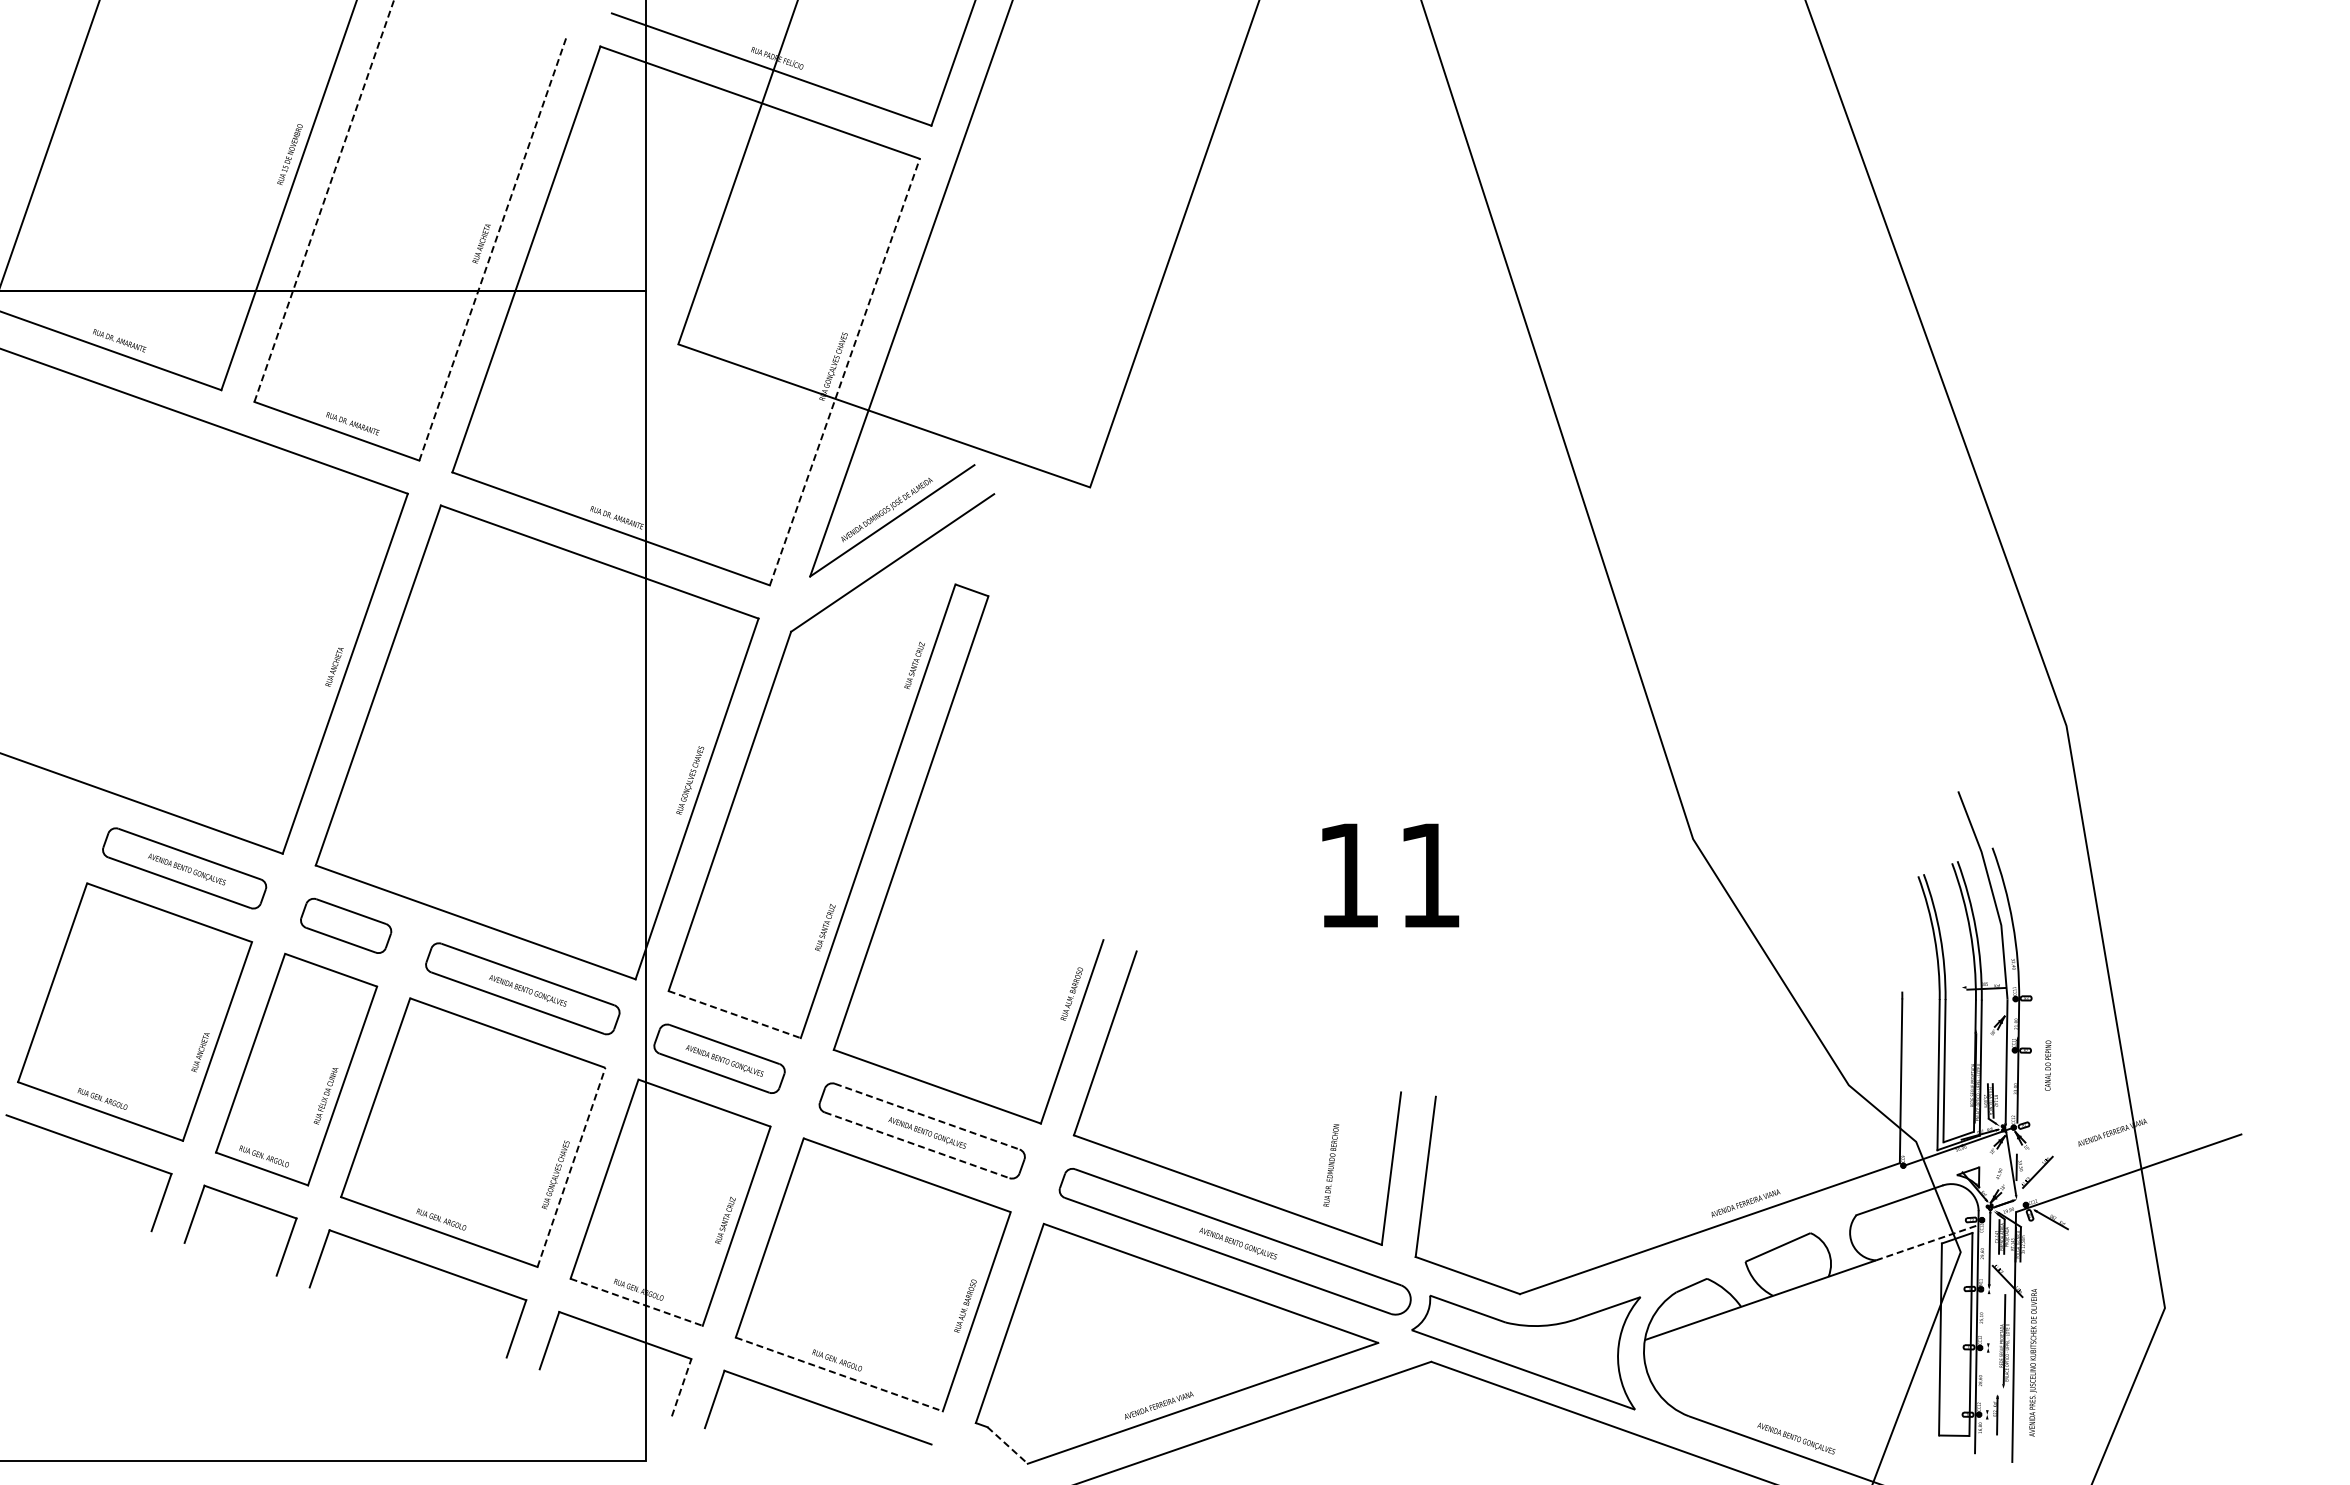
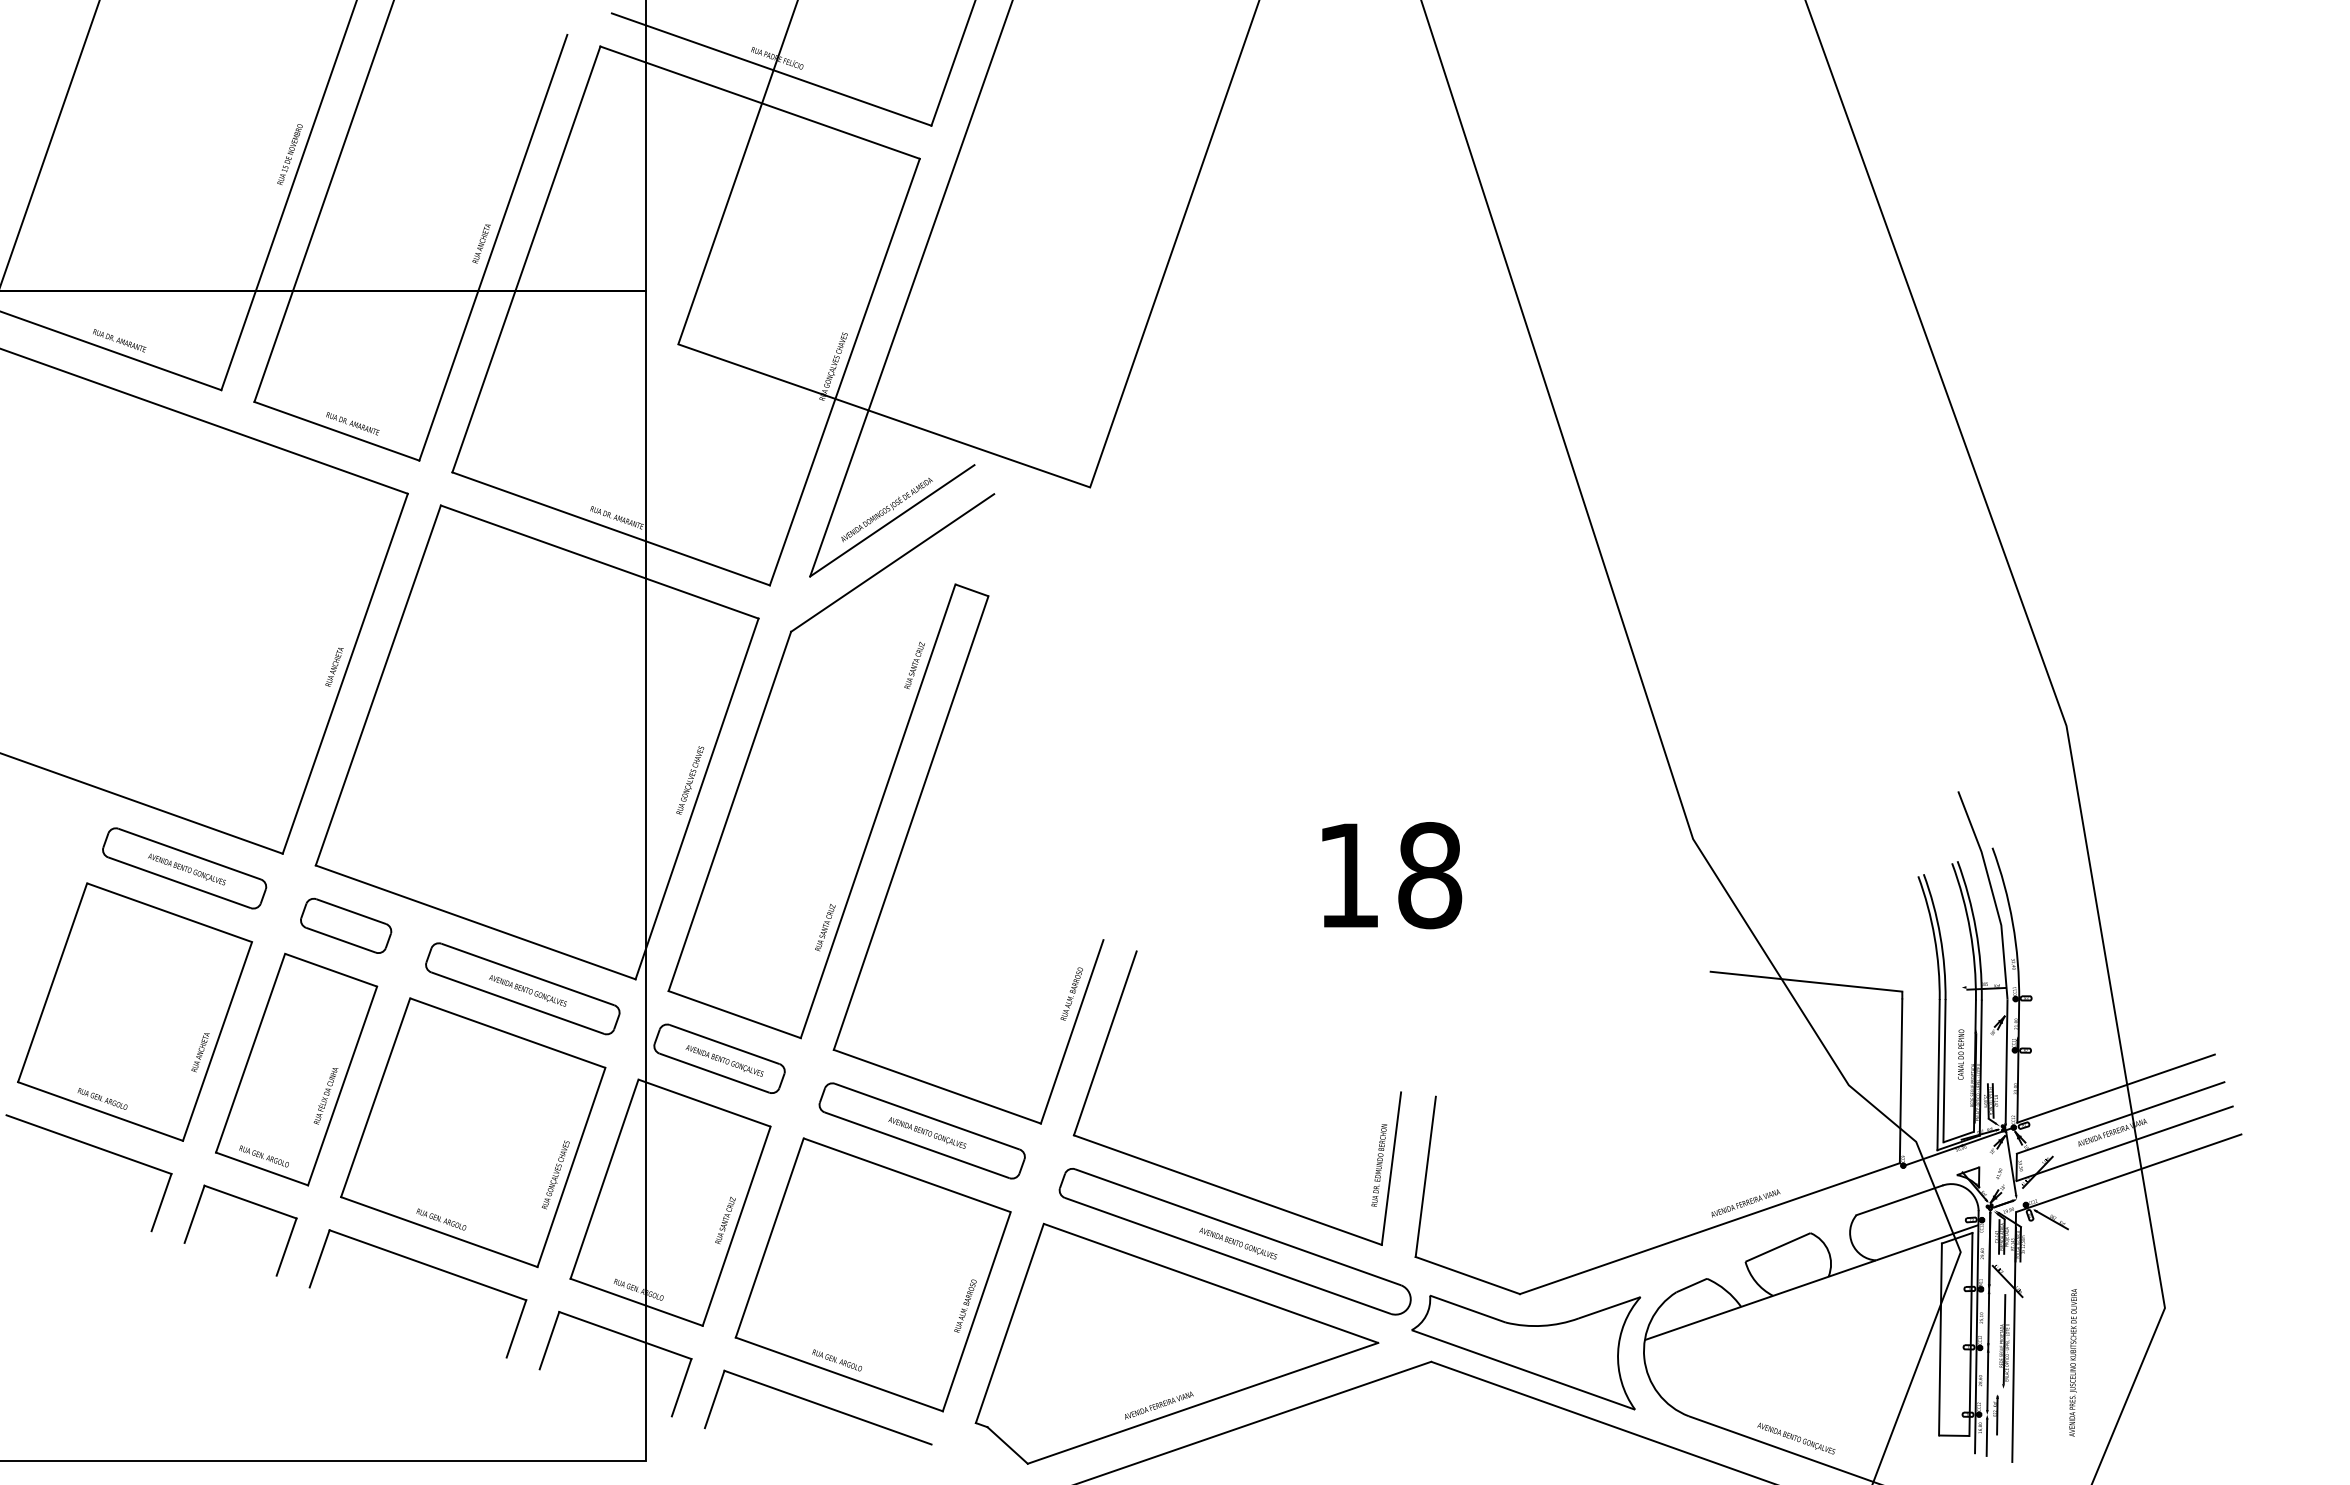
line at (324, 201): dashed -> solid
line at (493, 247): dashed -> solid
line at (845, 371): dashed -> solid
text at (1430, 875): 11 -> 18
line at (1806, 981): none -> present
line at (735, 1014): dashed -> solid
text at (2048, 1065) position: (2048, 1065) -> (1961, 1054)
line at (2115, 1088): none -> present
line at (927, 1116): dashed -> solid
line at (2120, 1117): none -> present
line at (2124, 1143): none -> present
line at (917, 1145): dashed -> solid
text at (1330, 1165) position: (1330, 1165) -> (1378, 1165)
line at (571, 1166): dashed -> solid
line at (1927, 1242): dashed -> solid
line at (637, 1302): dashed -> solid
line at (1988, 1311): none -> present
text at (2032, 1362) position: (2032, 1362) -> (2072, 1362)
line at (839, 1374): dashed -> solid
line at (681, 1387): dashed -> solid
line at (1986, 1437): none -> present
line at (1008, 1445): dashed -> solid
